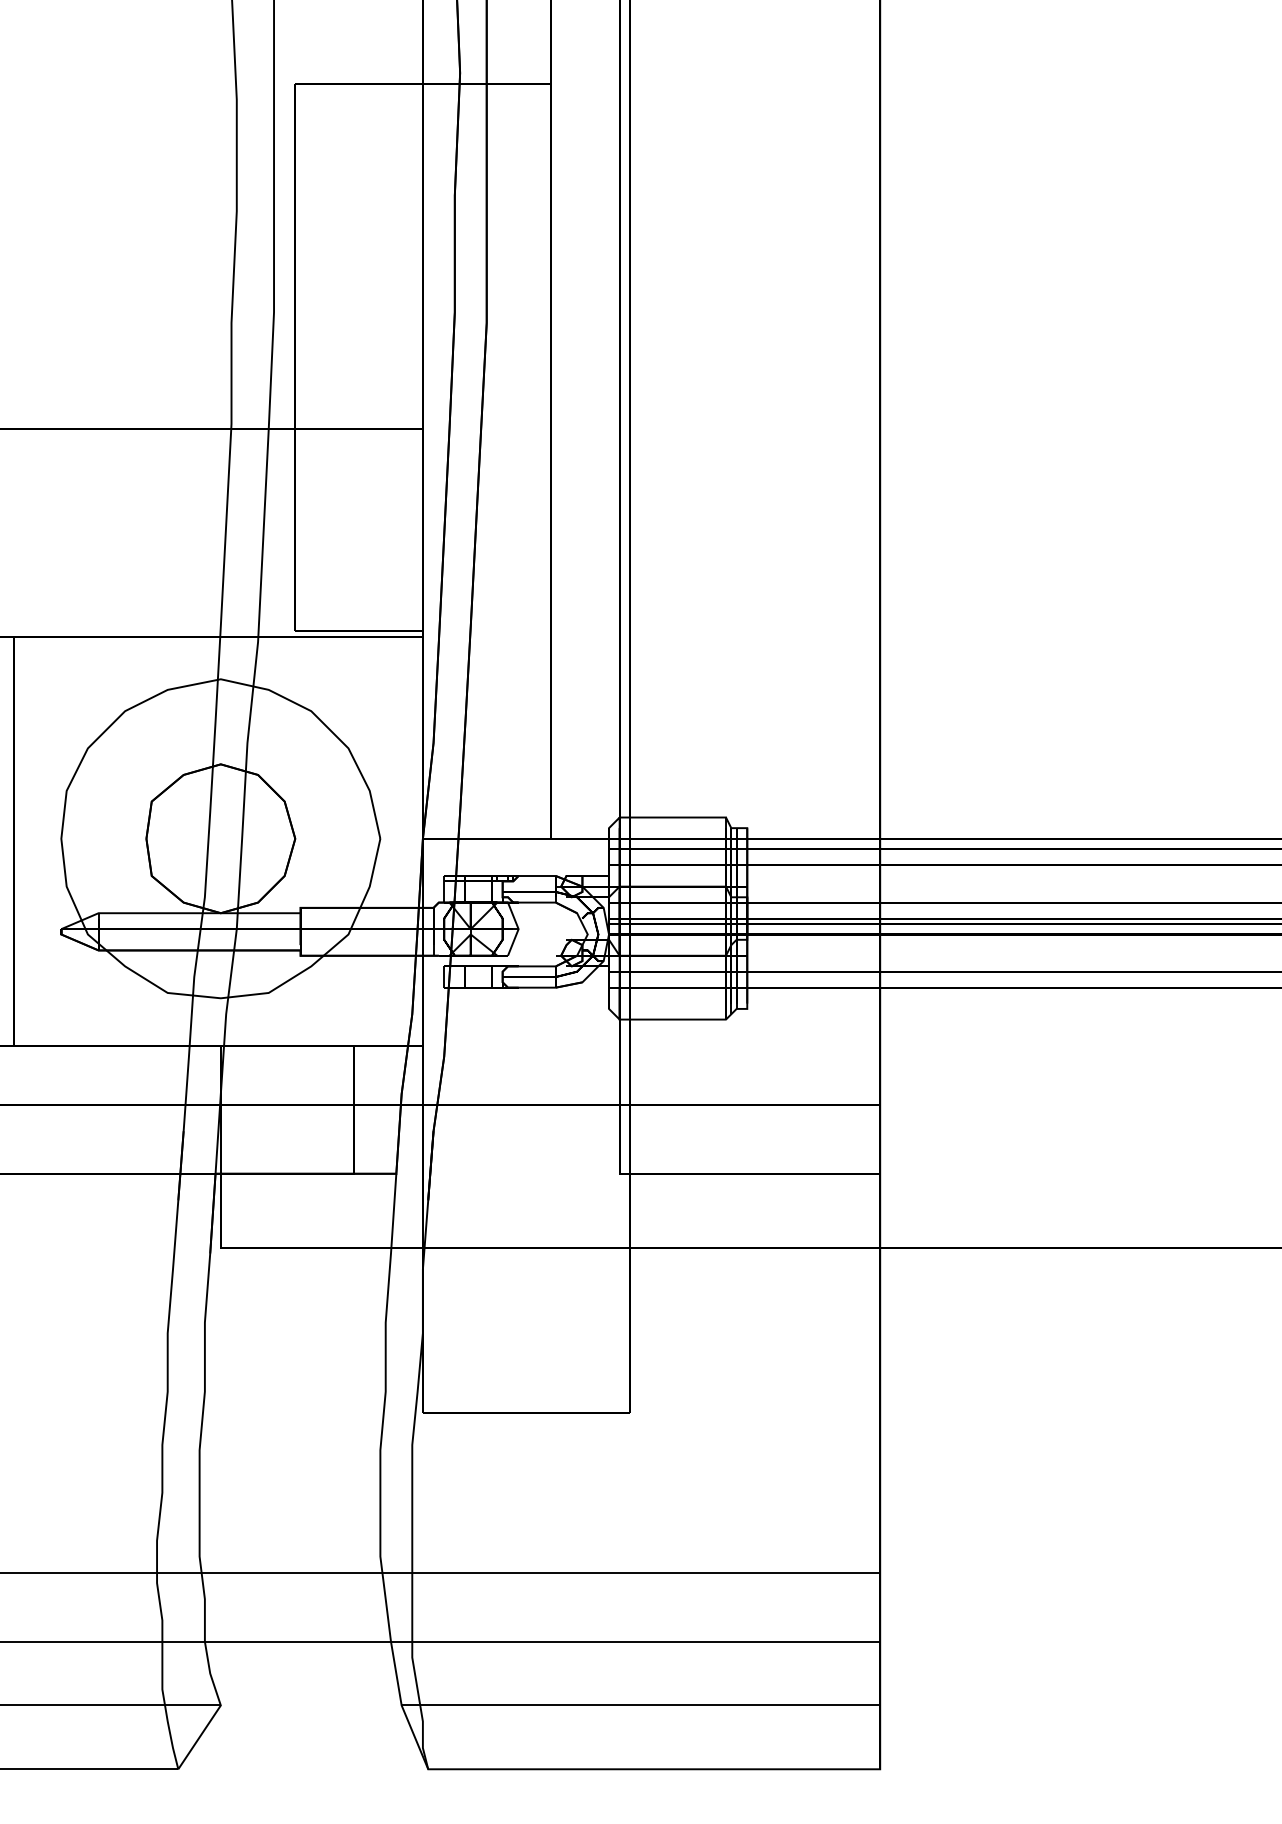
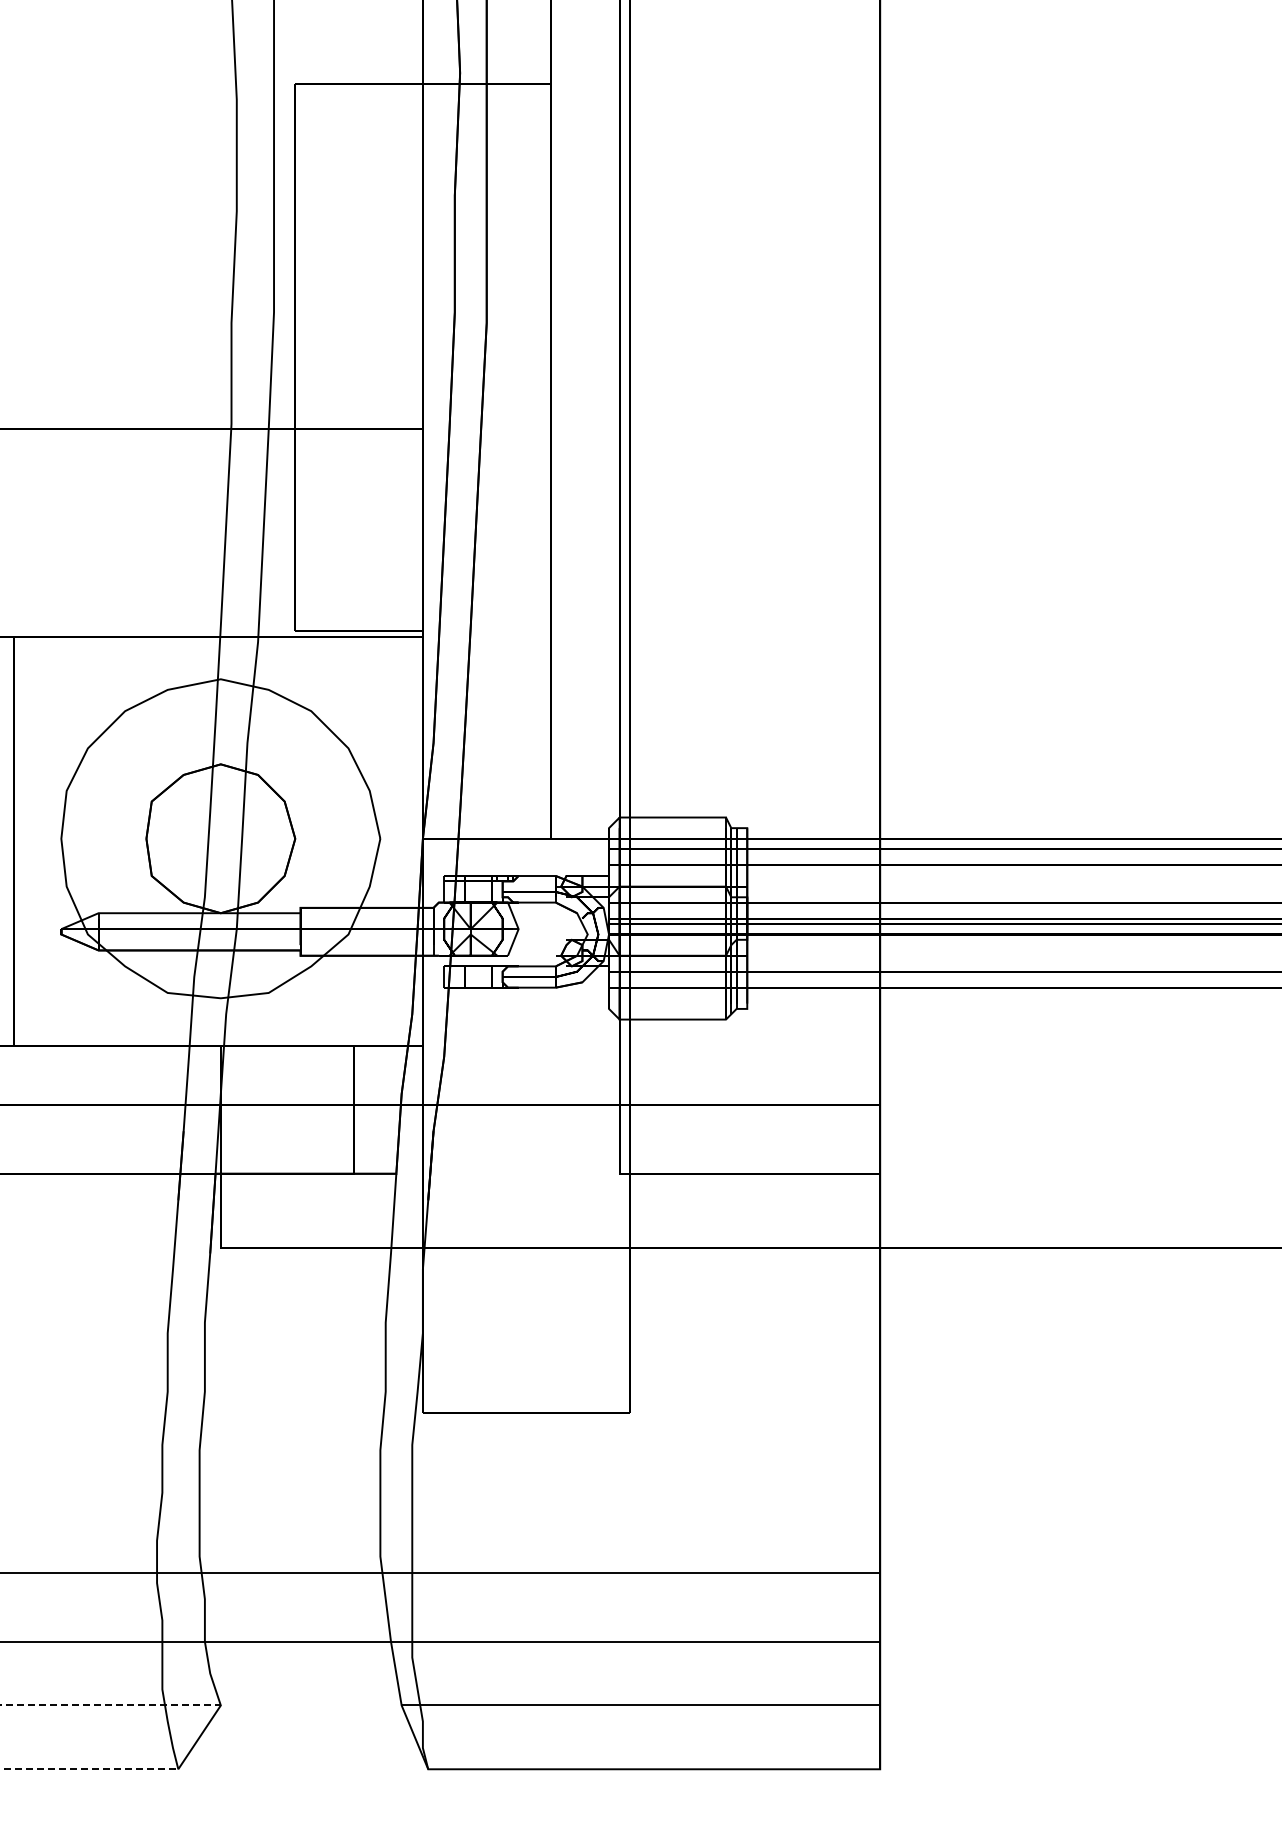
line at (110, 1705): solid -> dashed
line at (89, 1769): solid -> dashed
